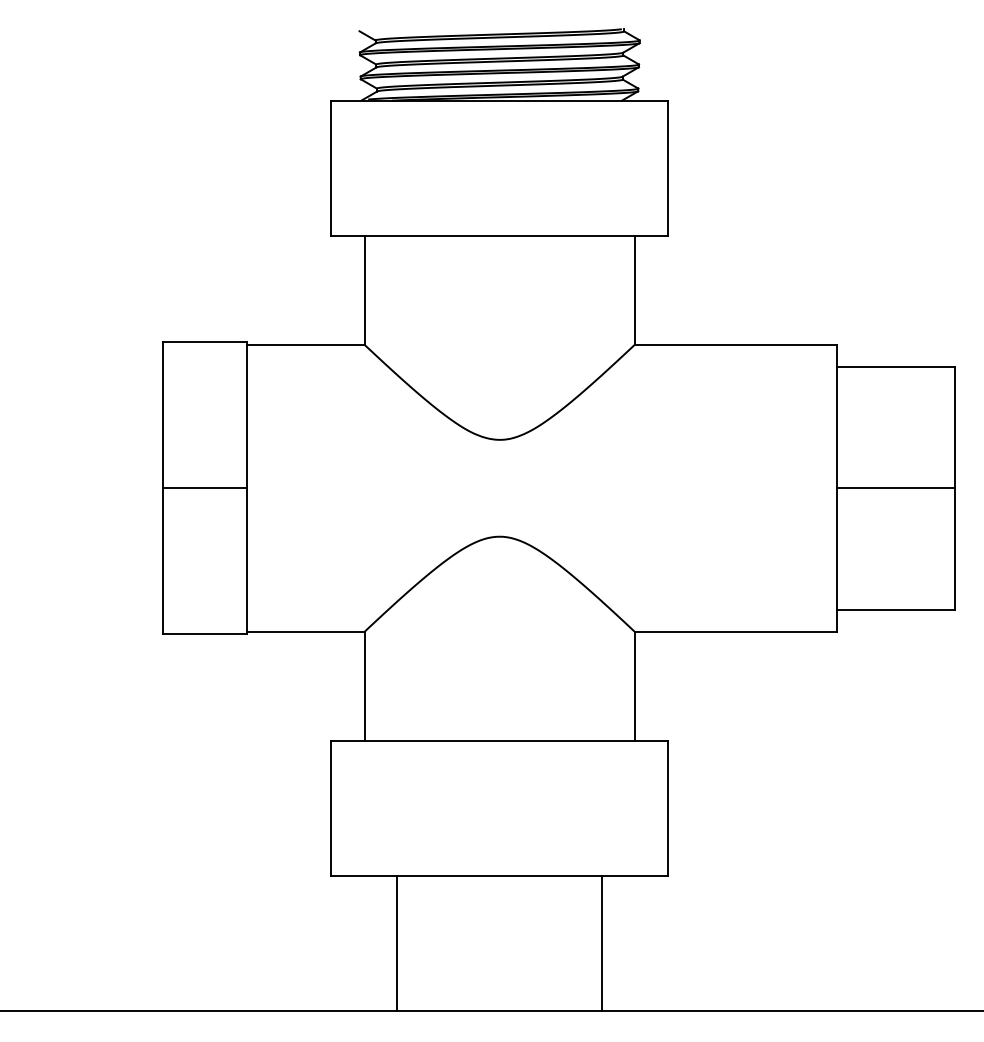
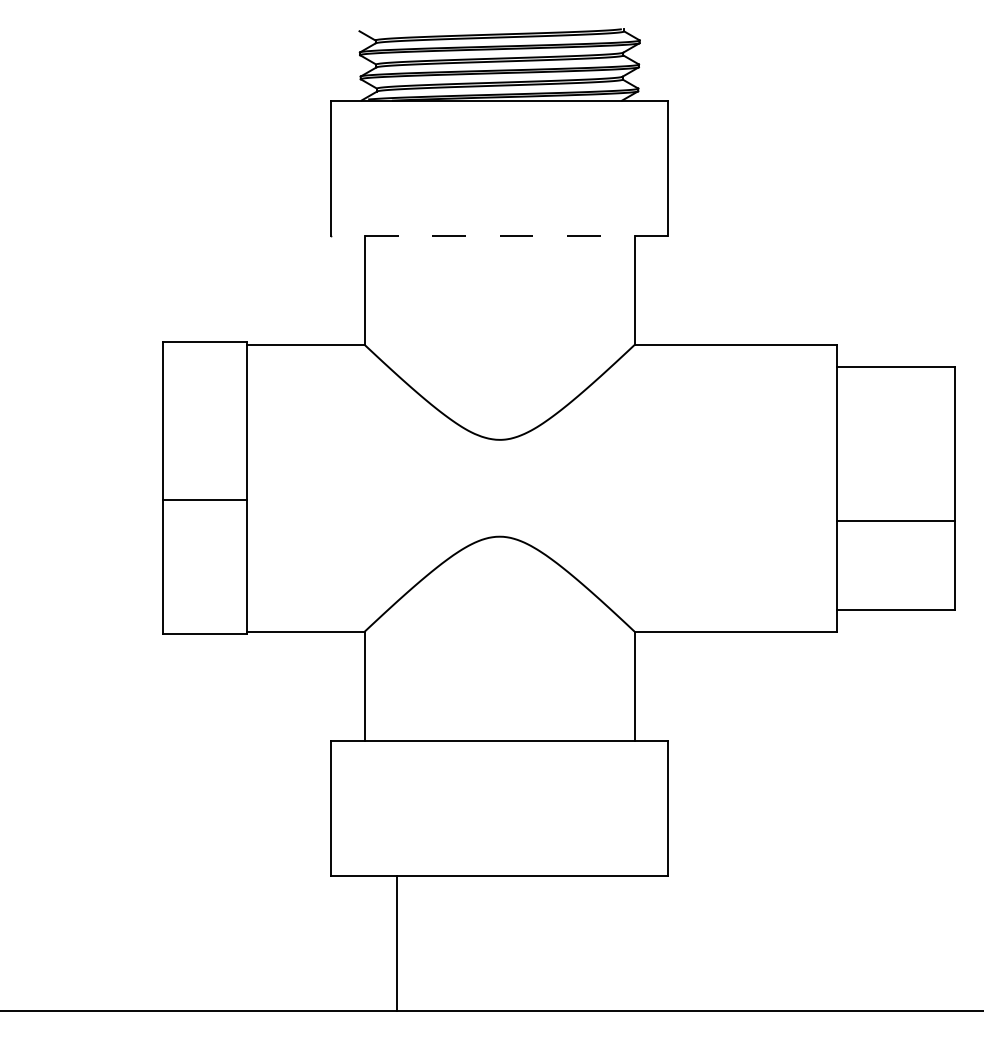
line at (499, 235): solid -> dashed
line at (204, 488) position: (204, 488) -> (204, 500)
line at (895, 488) position: (895, 488) -> (895, 521)
line at (601, 942): present -> none
